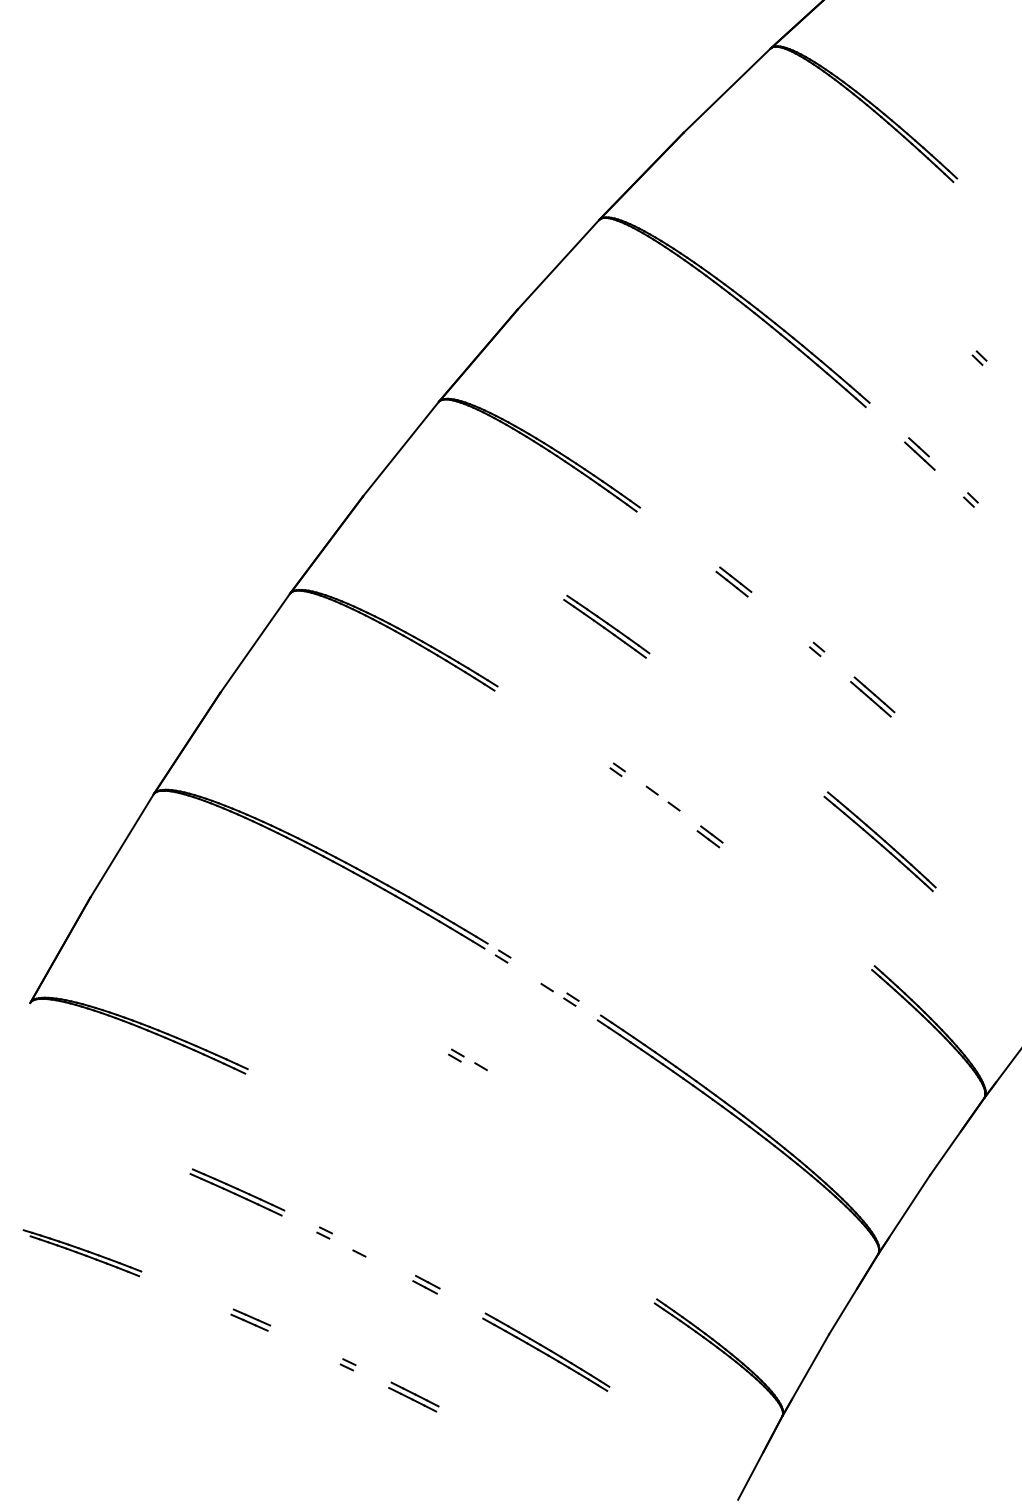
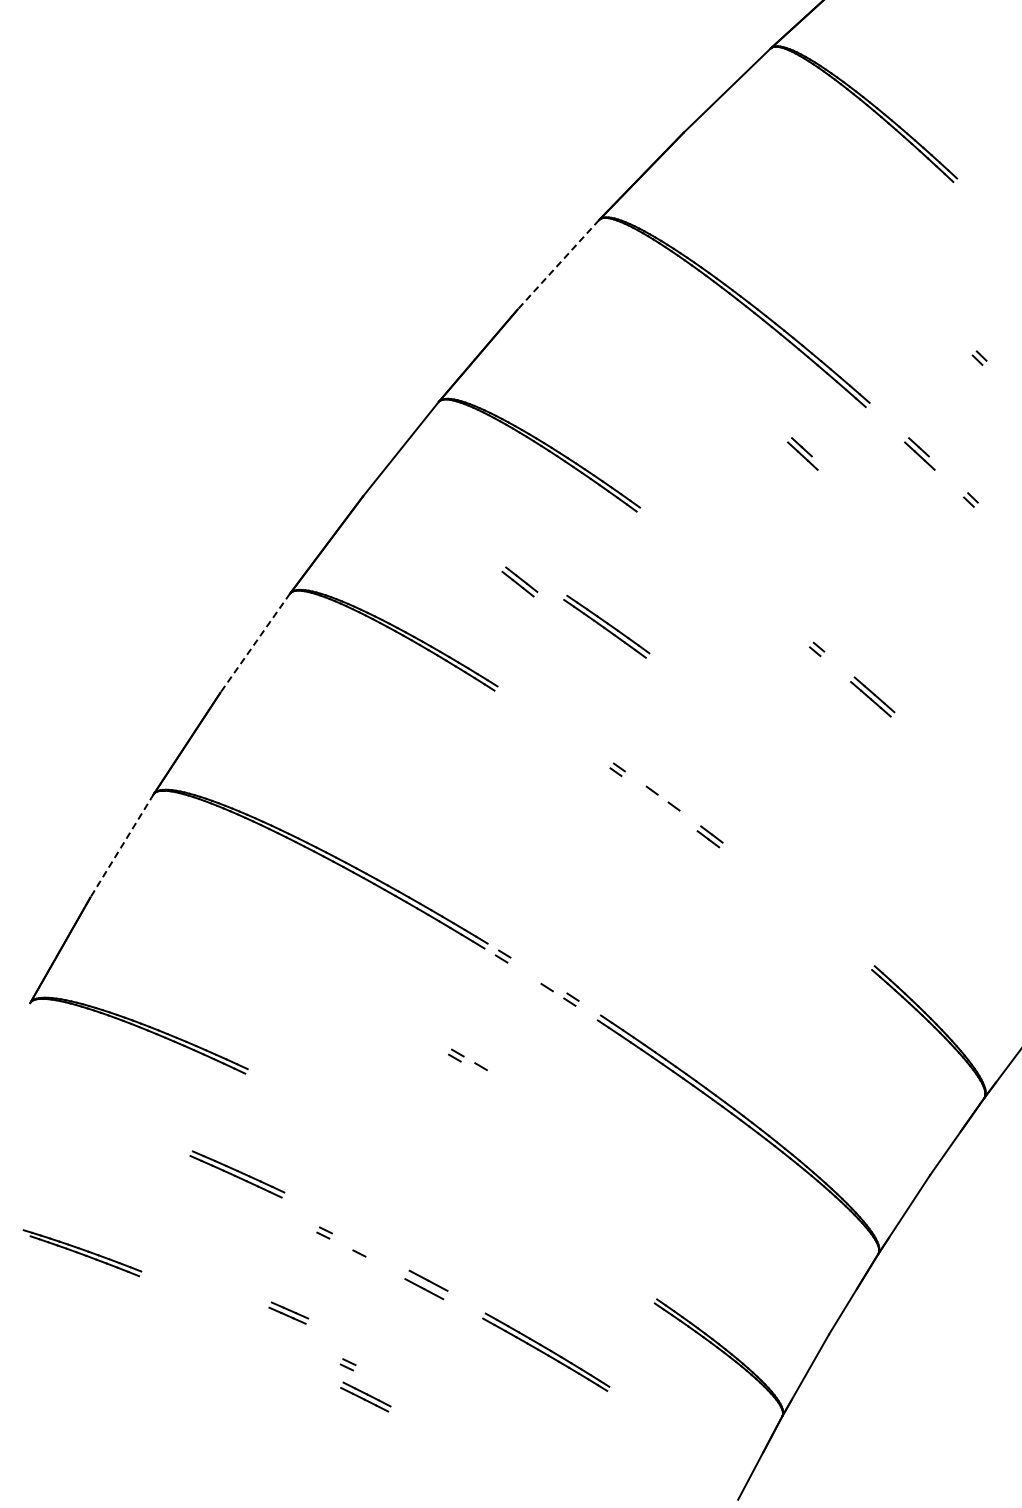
line at (558, 264): solid -> dashed
part at (802, 453): none -> present
part at (733, 581) position: (733, 581) -> (519, 581)
line at (255, 643): solid -> dashed
part at (879, 841): present -> none
line at (122, 845): solid -> dashed
part at (237, 1192) position: (237, 1192) -> (237, 1174)
part at (426, 1284) size: 29x21 px -> 45x32 px
part at (250, 1319) position: (250, 1319) -> (288, 1312)
part at (413, 1396) position: (413, 1396) -> (365, 1396)
